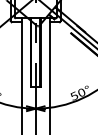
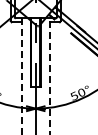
line at (49, 76): solid -> dashed
line at (22, 77): solid -> dashed
